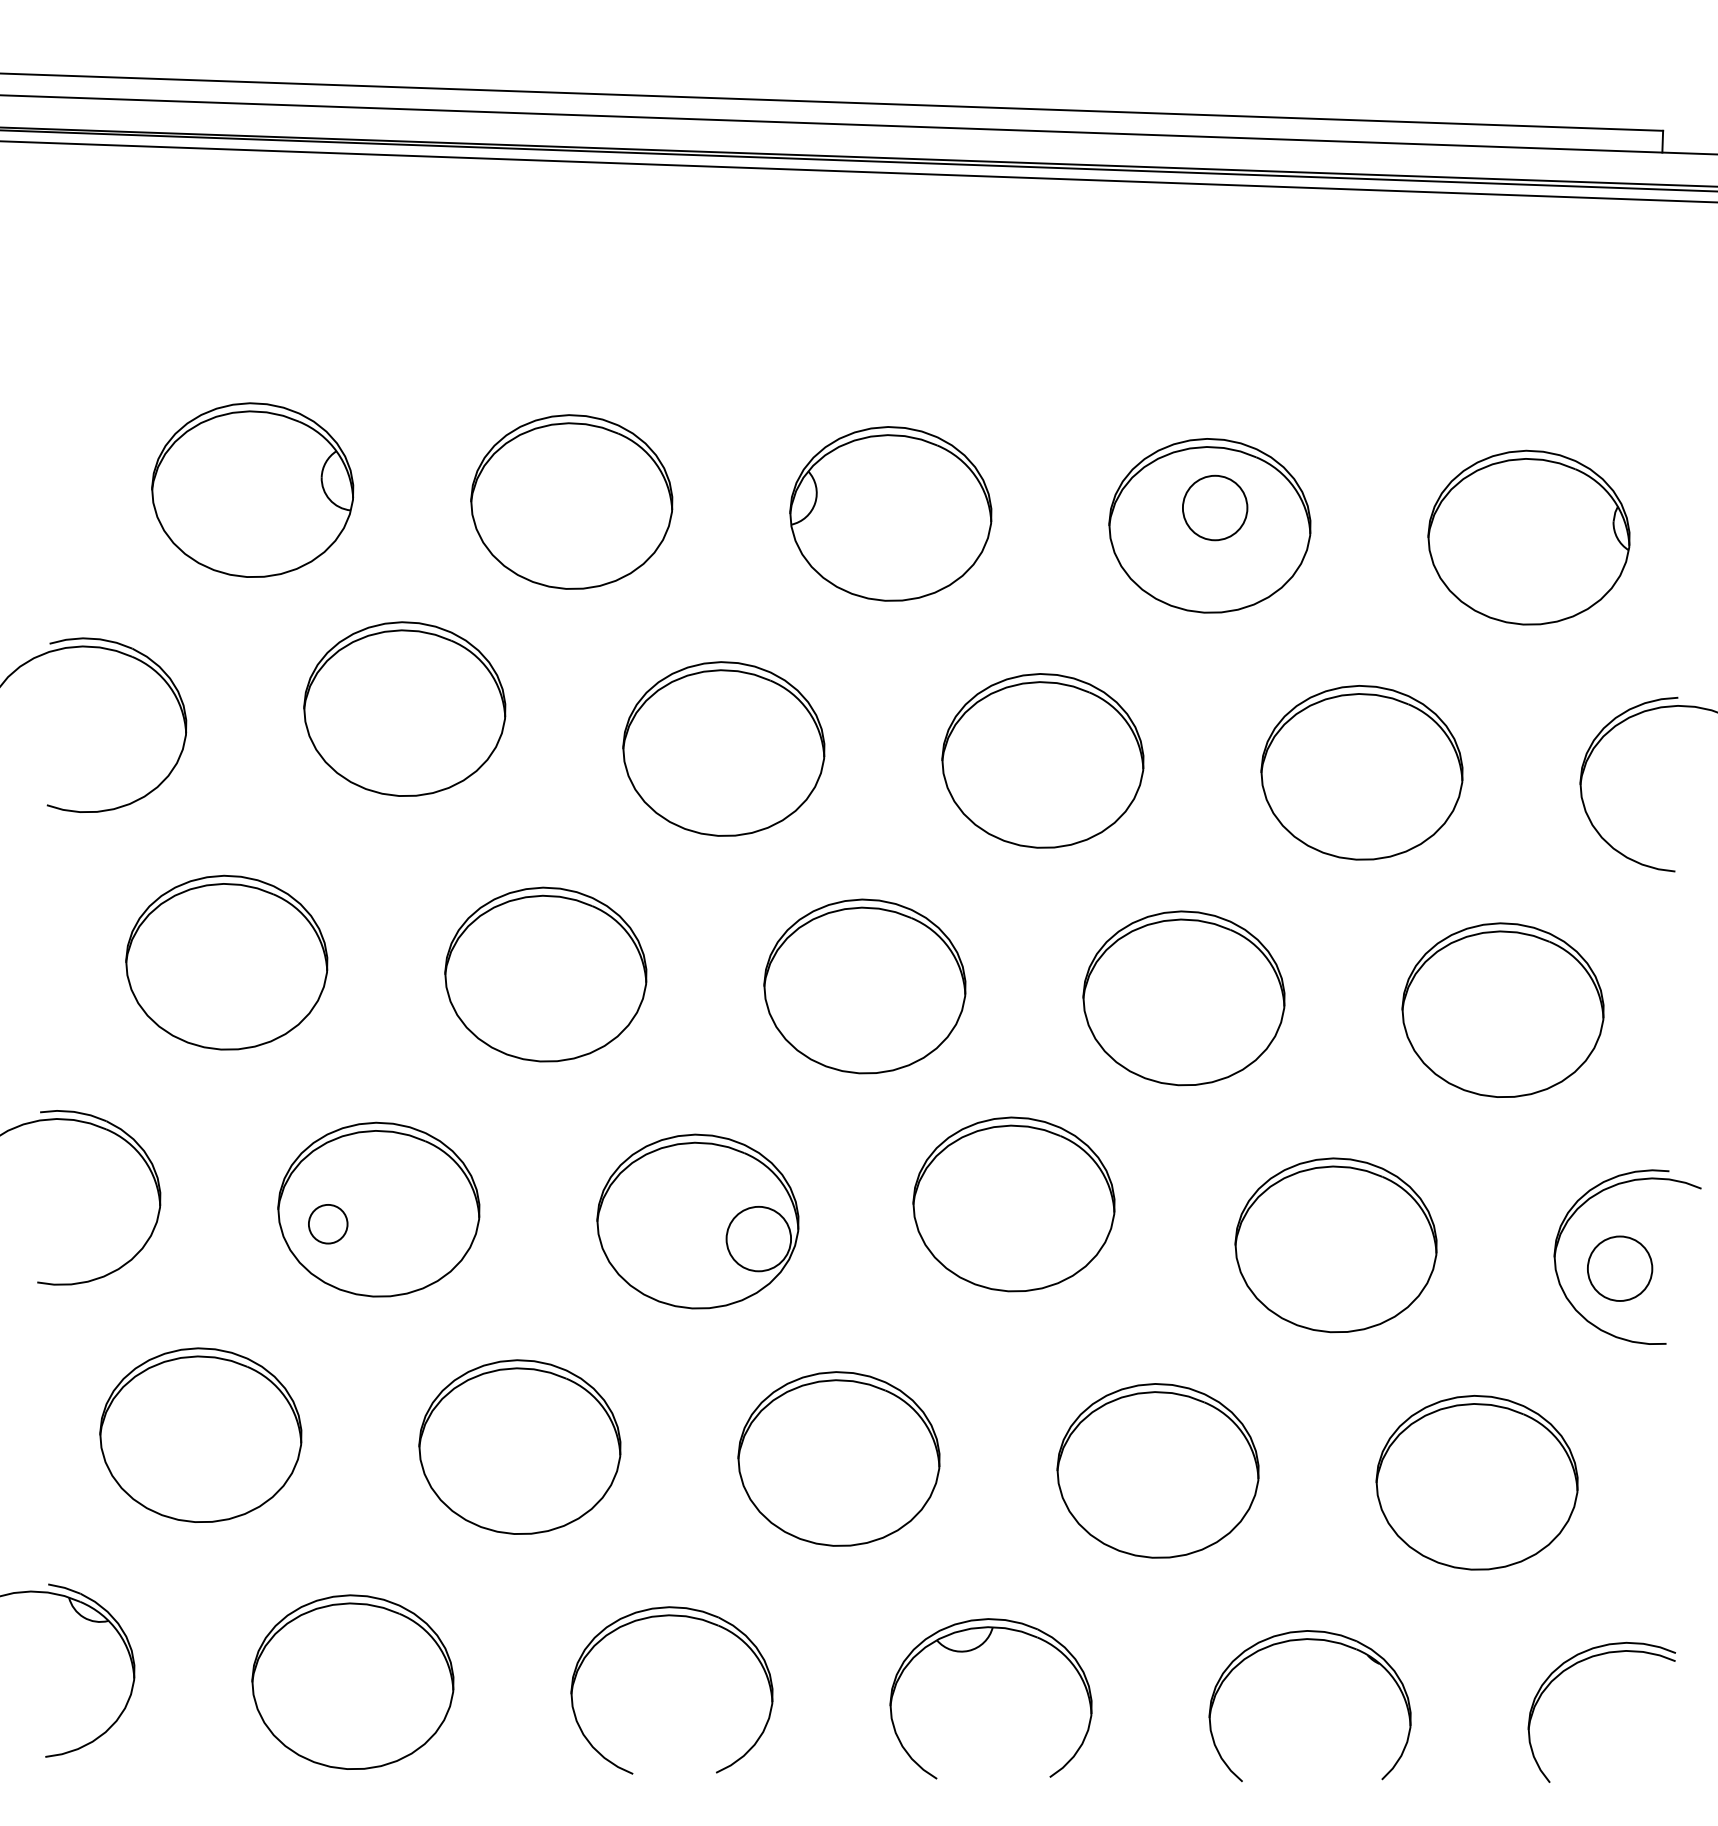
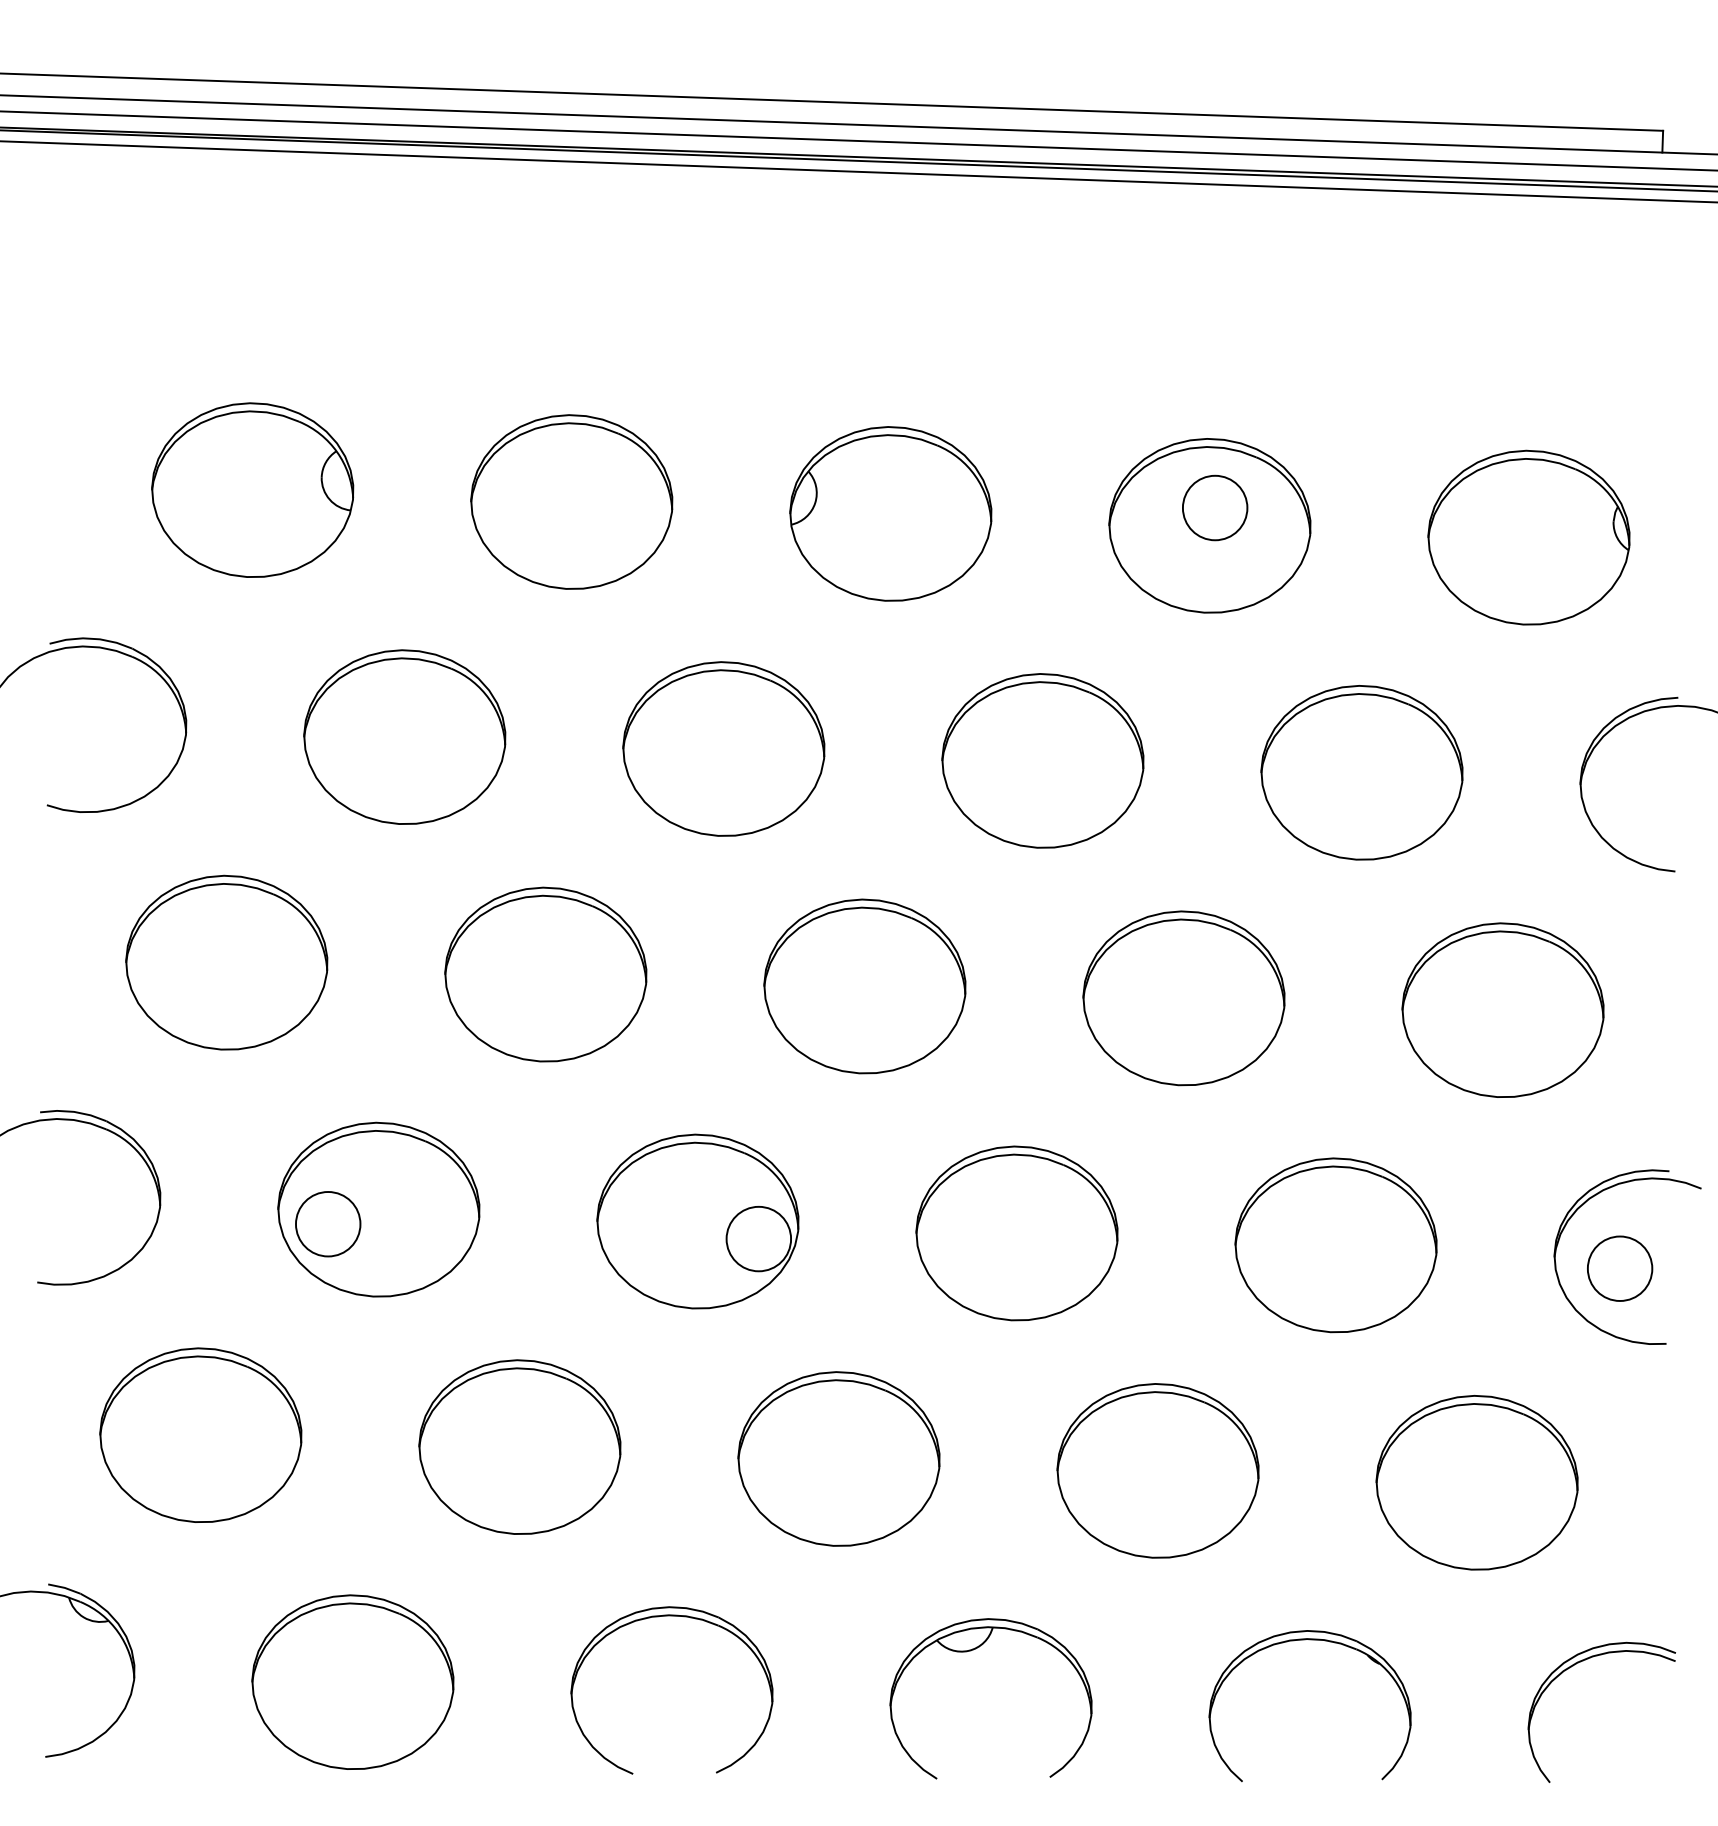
line at (858, 140): none -> present
part at (404, 708) position: (404, 708) -> (404, 736)
part at (1013, 1204) position: (1013, 1204) -> (1016, 1233)
circle at (327, 1223) diameter: 39 px -> 64 px
